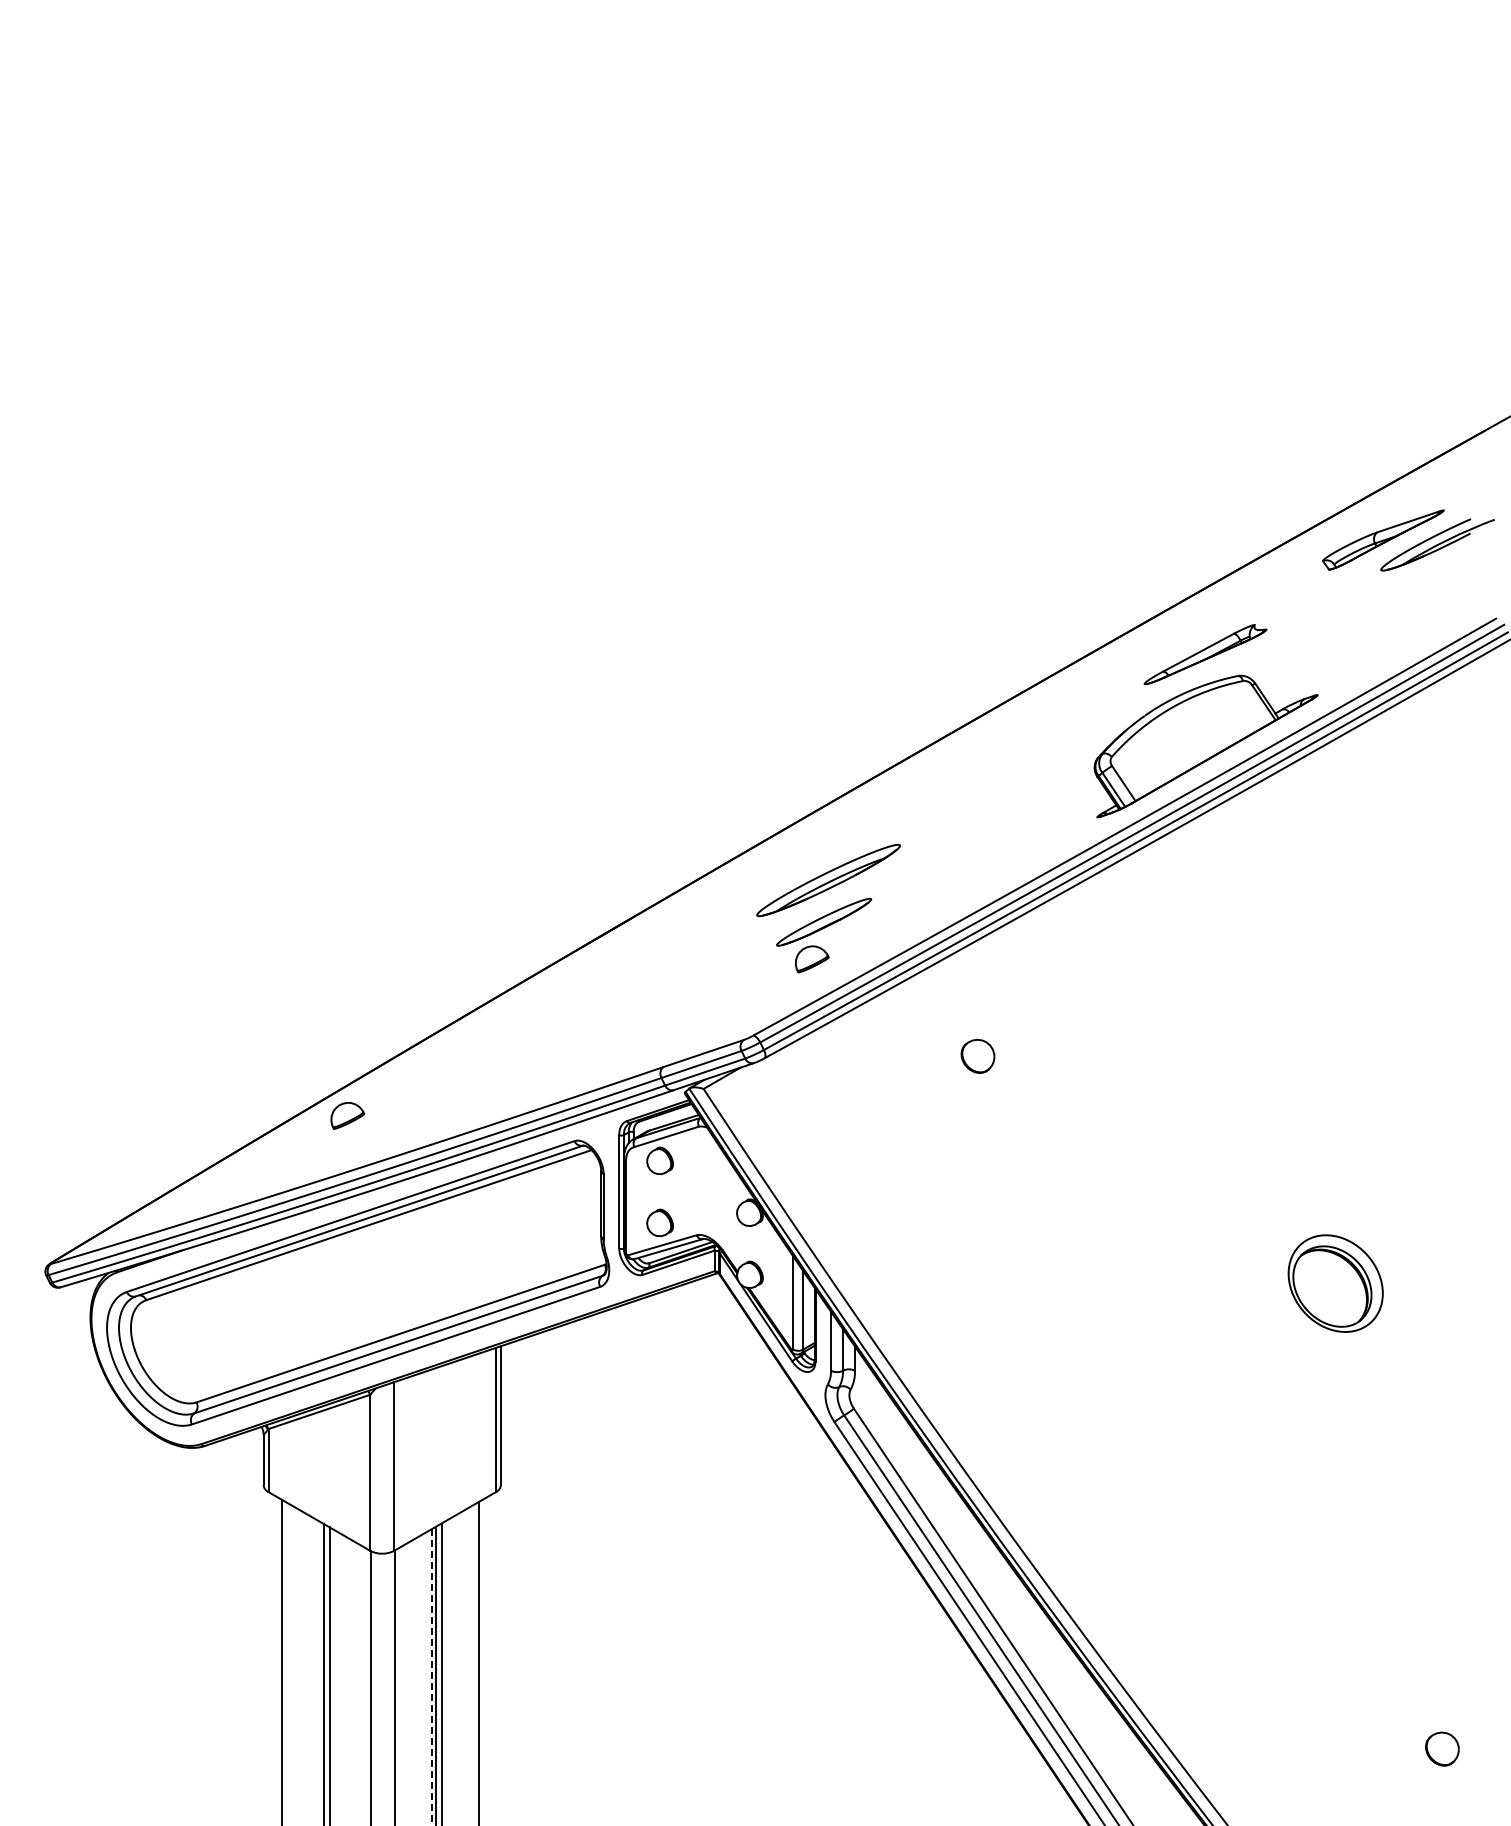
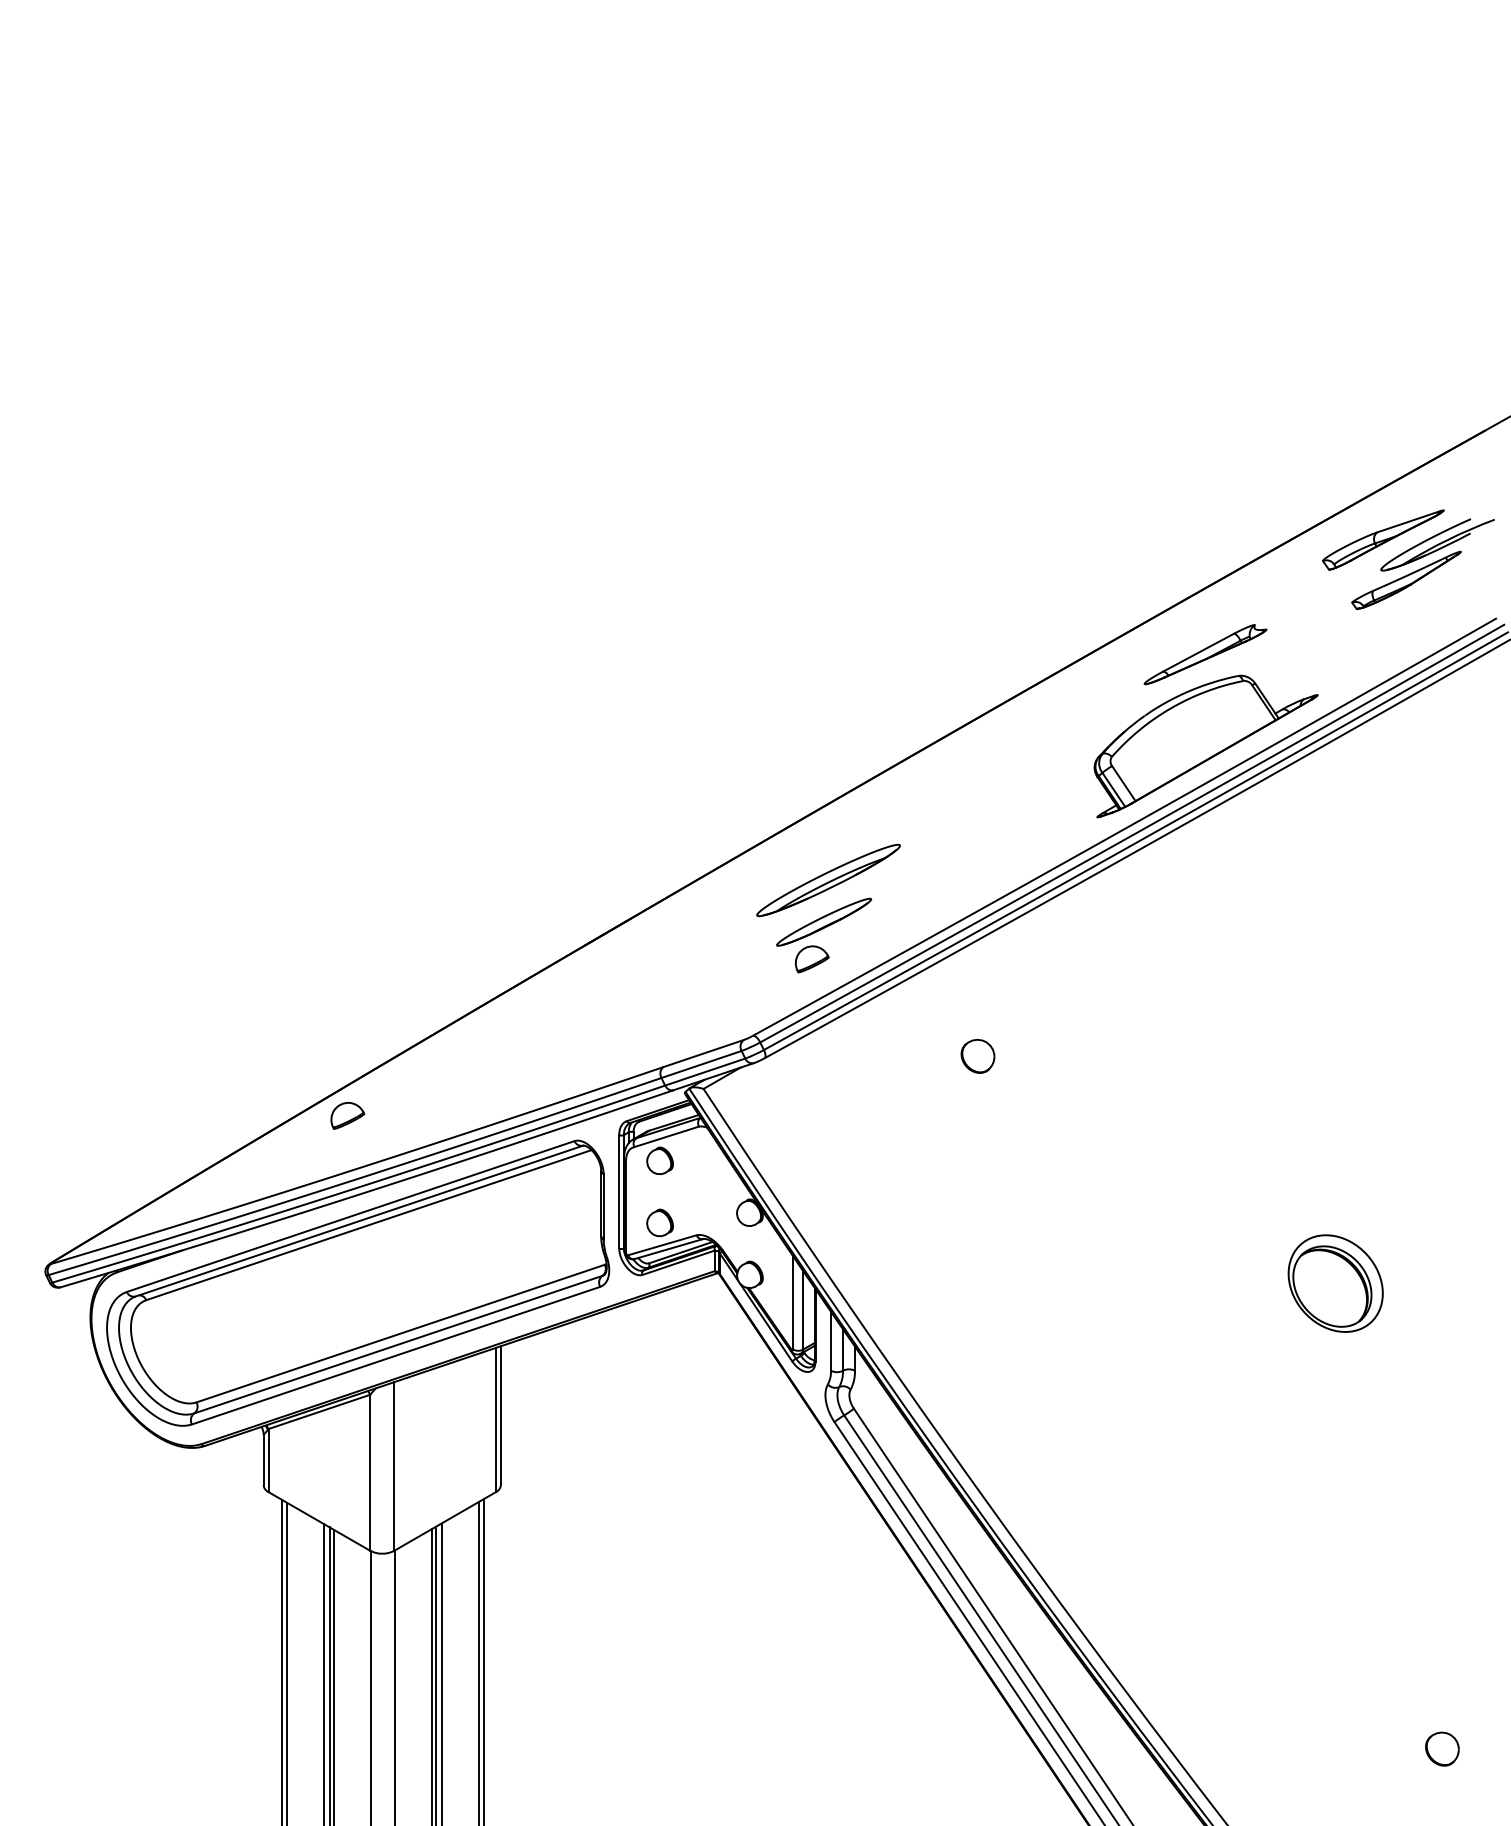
part at (1406, 579): none -> present
line at (483, 1660): none -> present
line at (287, 1662): none -> present
line at (333, 1675): none -> present
line at (431, 1678): dashed -> solid
